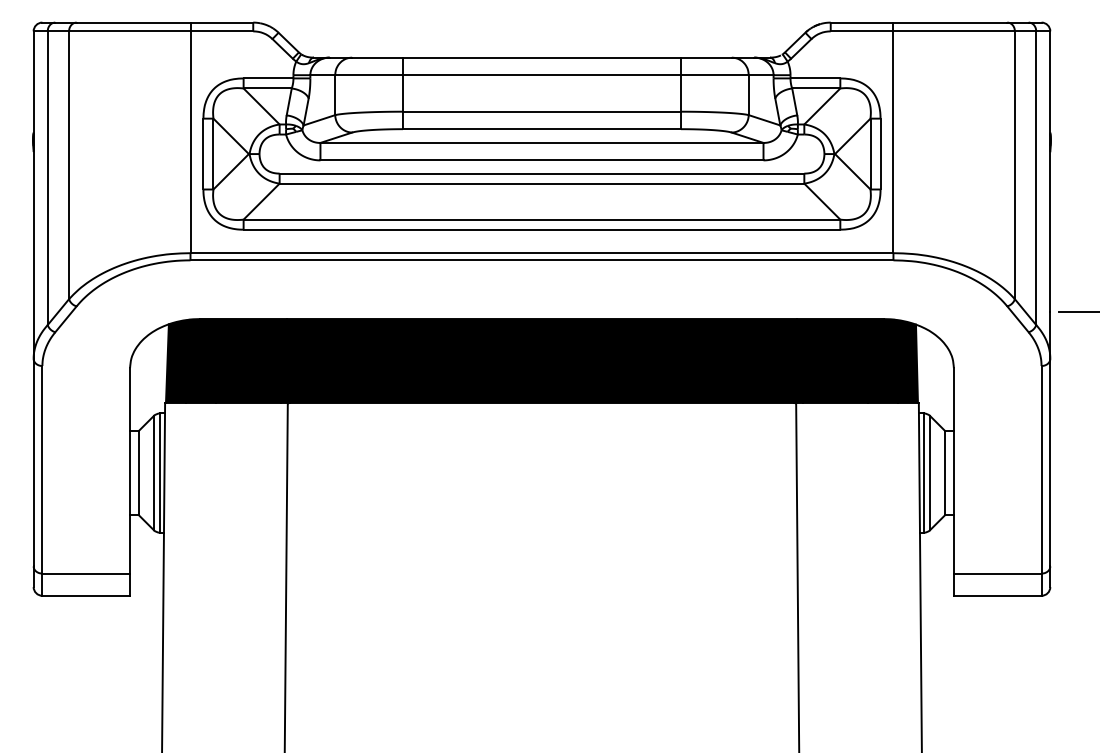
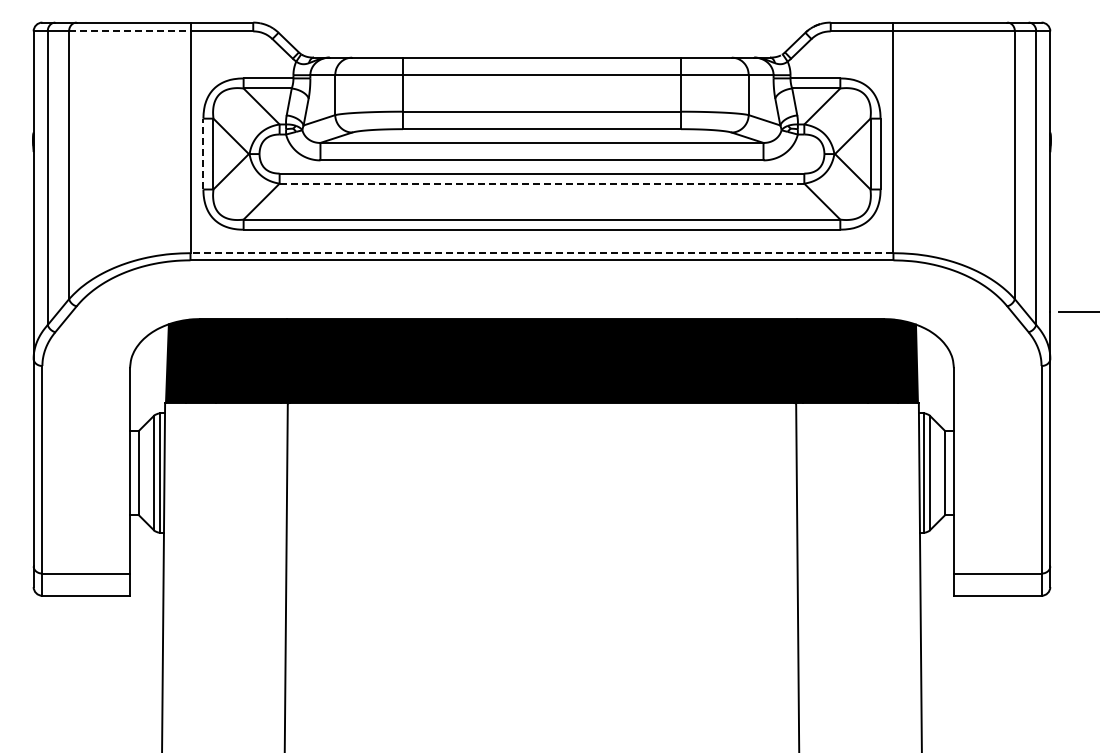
line at (129, 31): solid -> dashed
line at (203, 153): solid -> dashed
line at (541, 183): solid -> dashed
line at (541, 253): solid -> dashed
